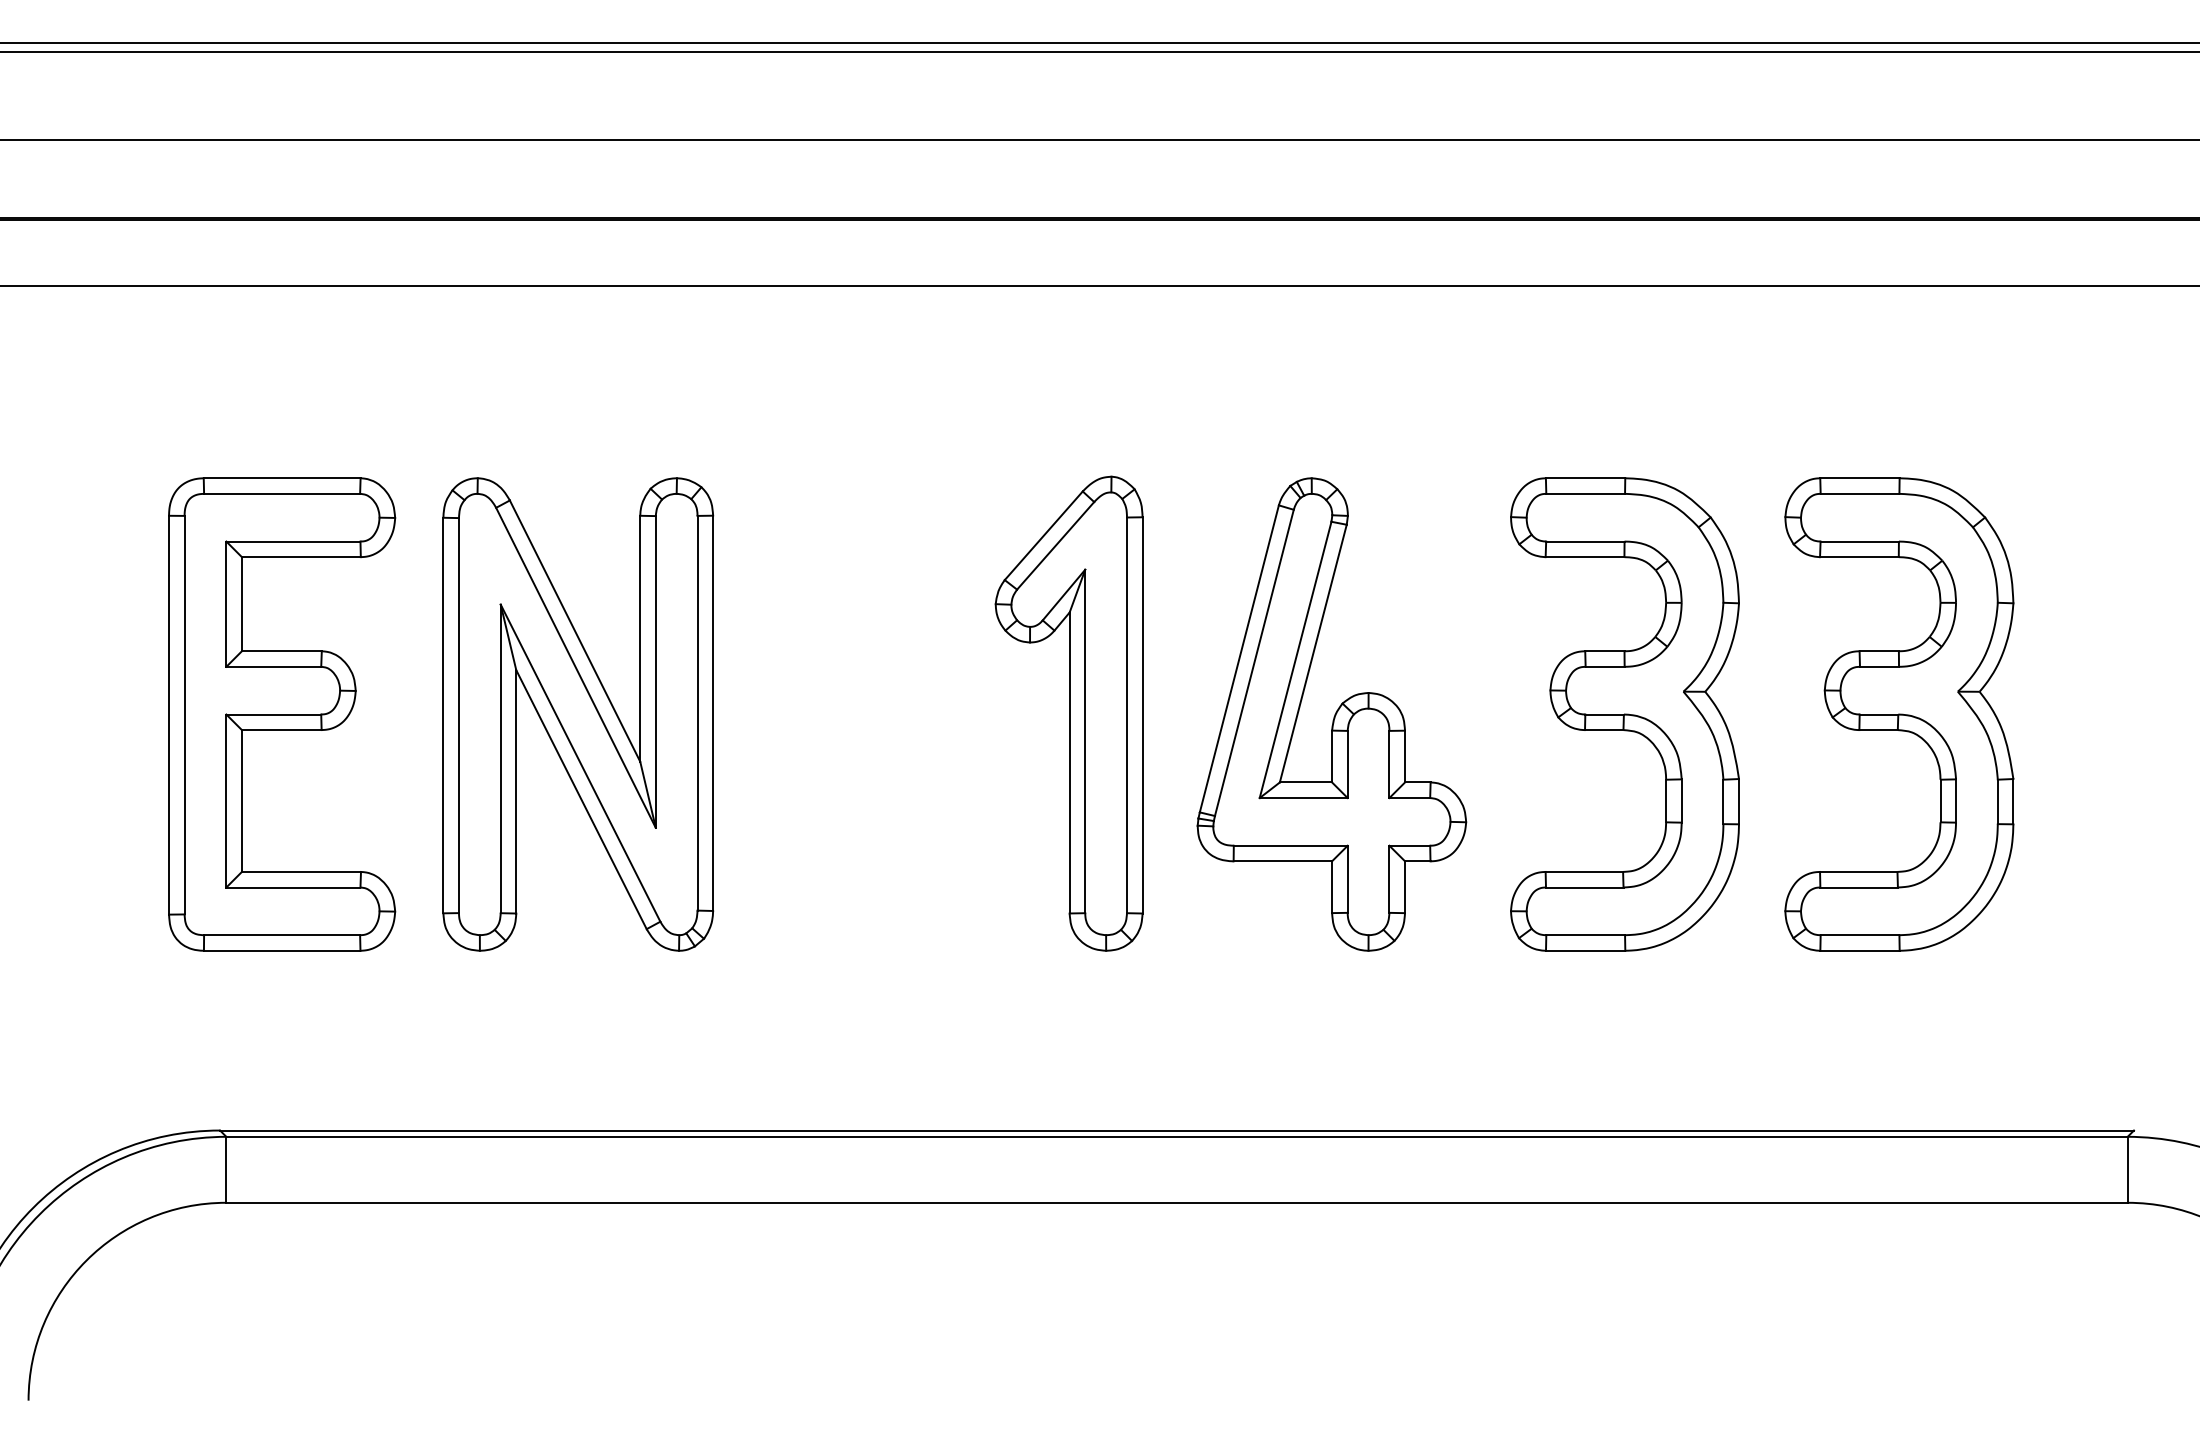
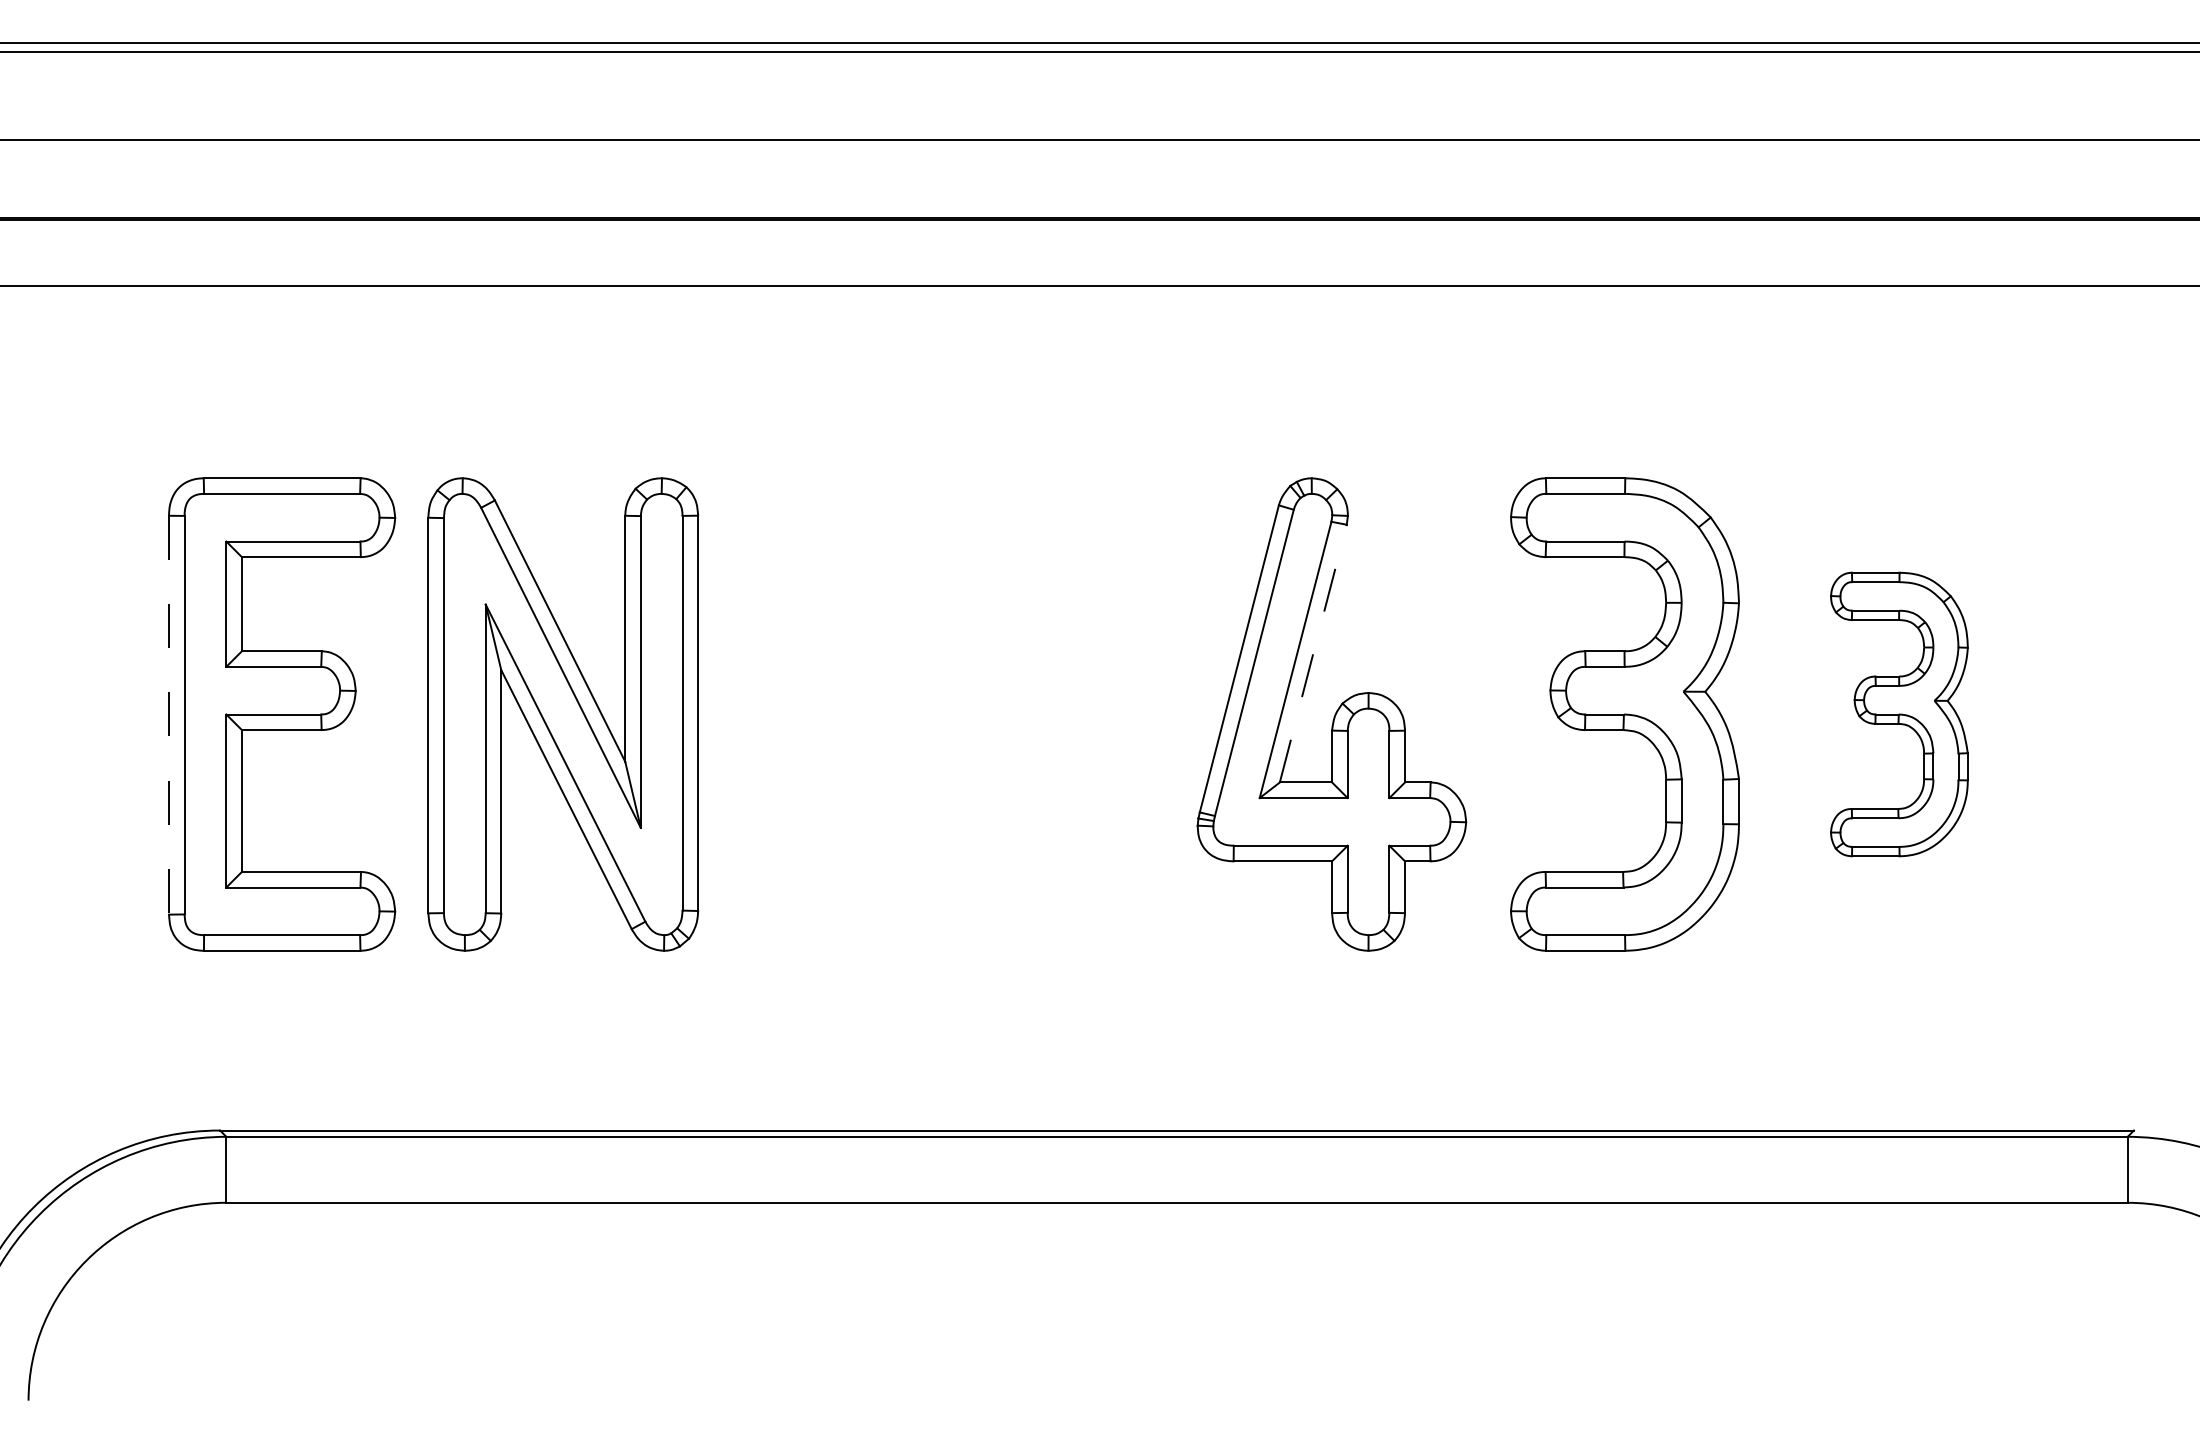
line at (1313, 653): solid -> dashed
part at (1068, 713): present -> none
part at (578, 714) position: (578, 714) -> (563, 714)
part at (1899, 714) size: 231x475 px -> 139x287 px
line at (169, 715): solid -> dashed
